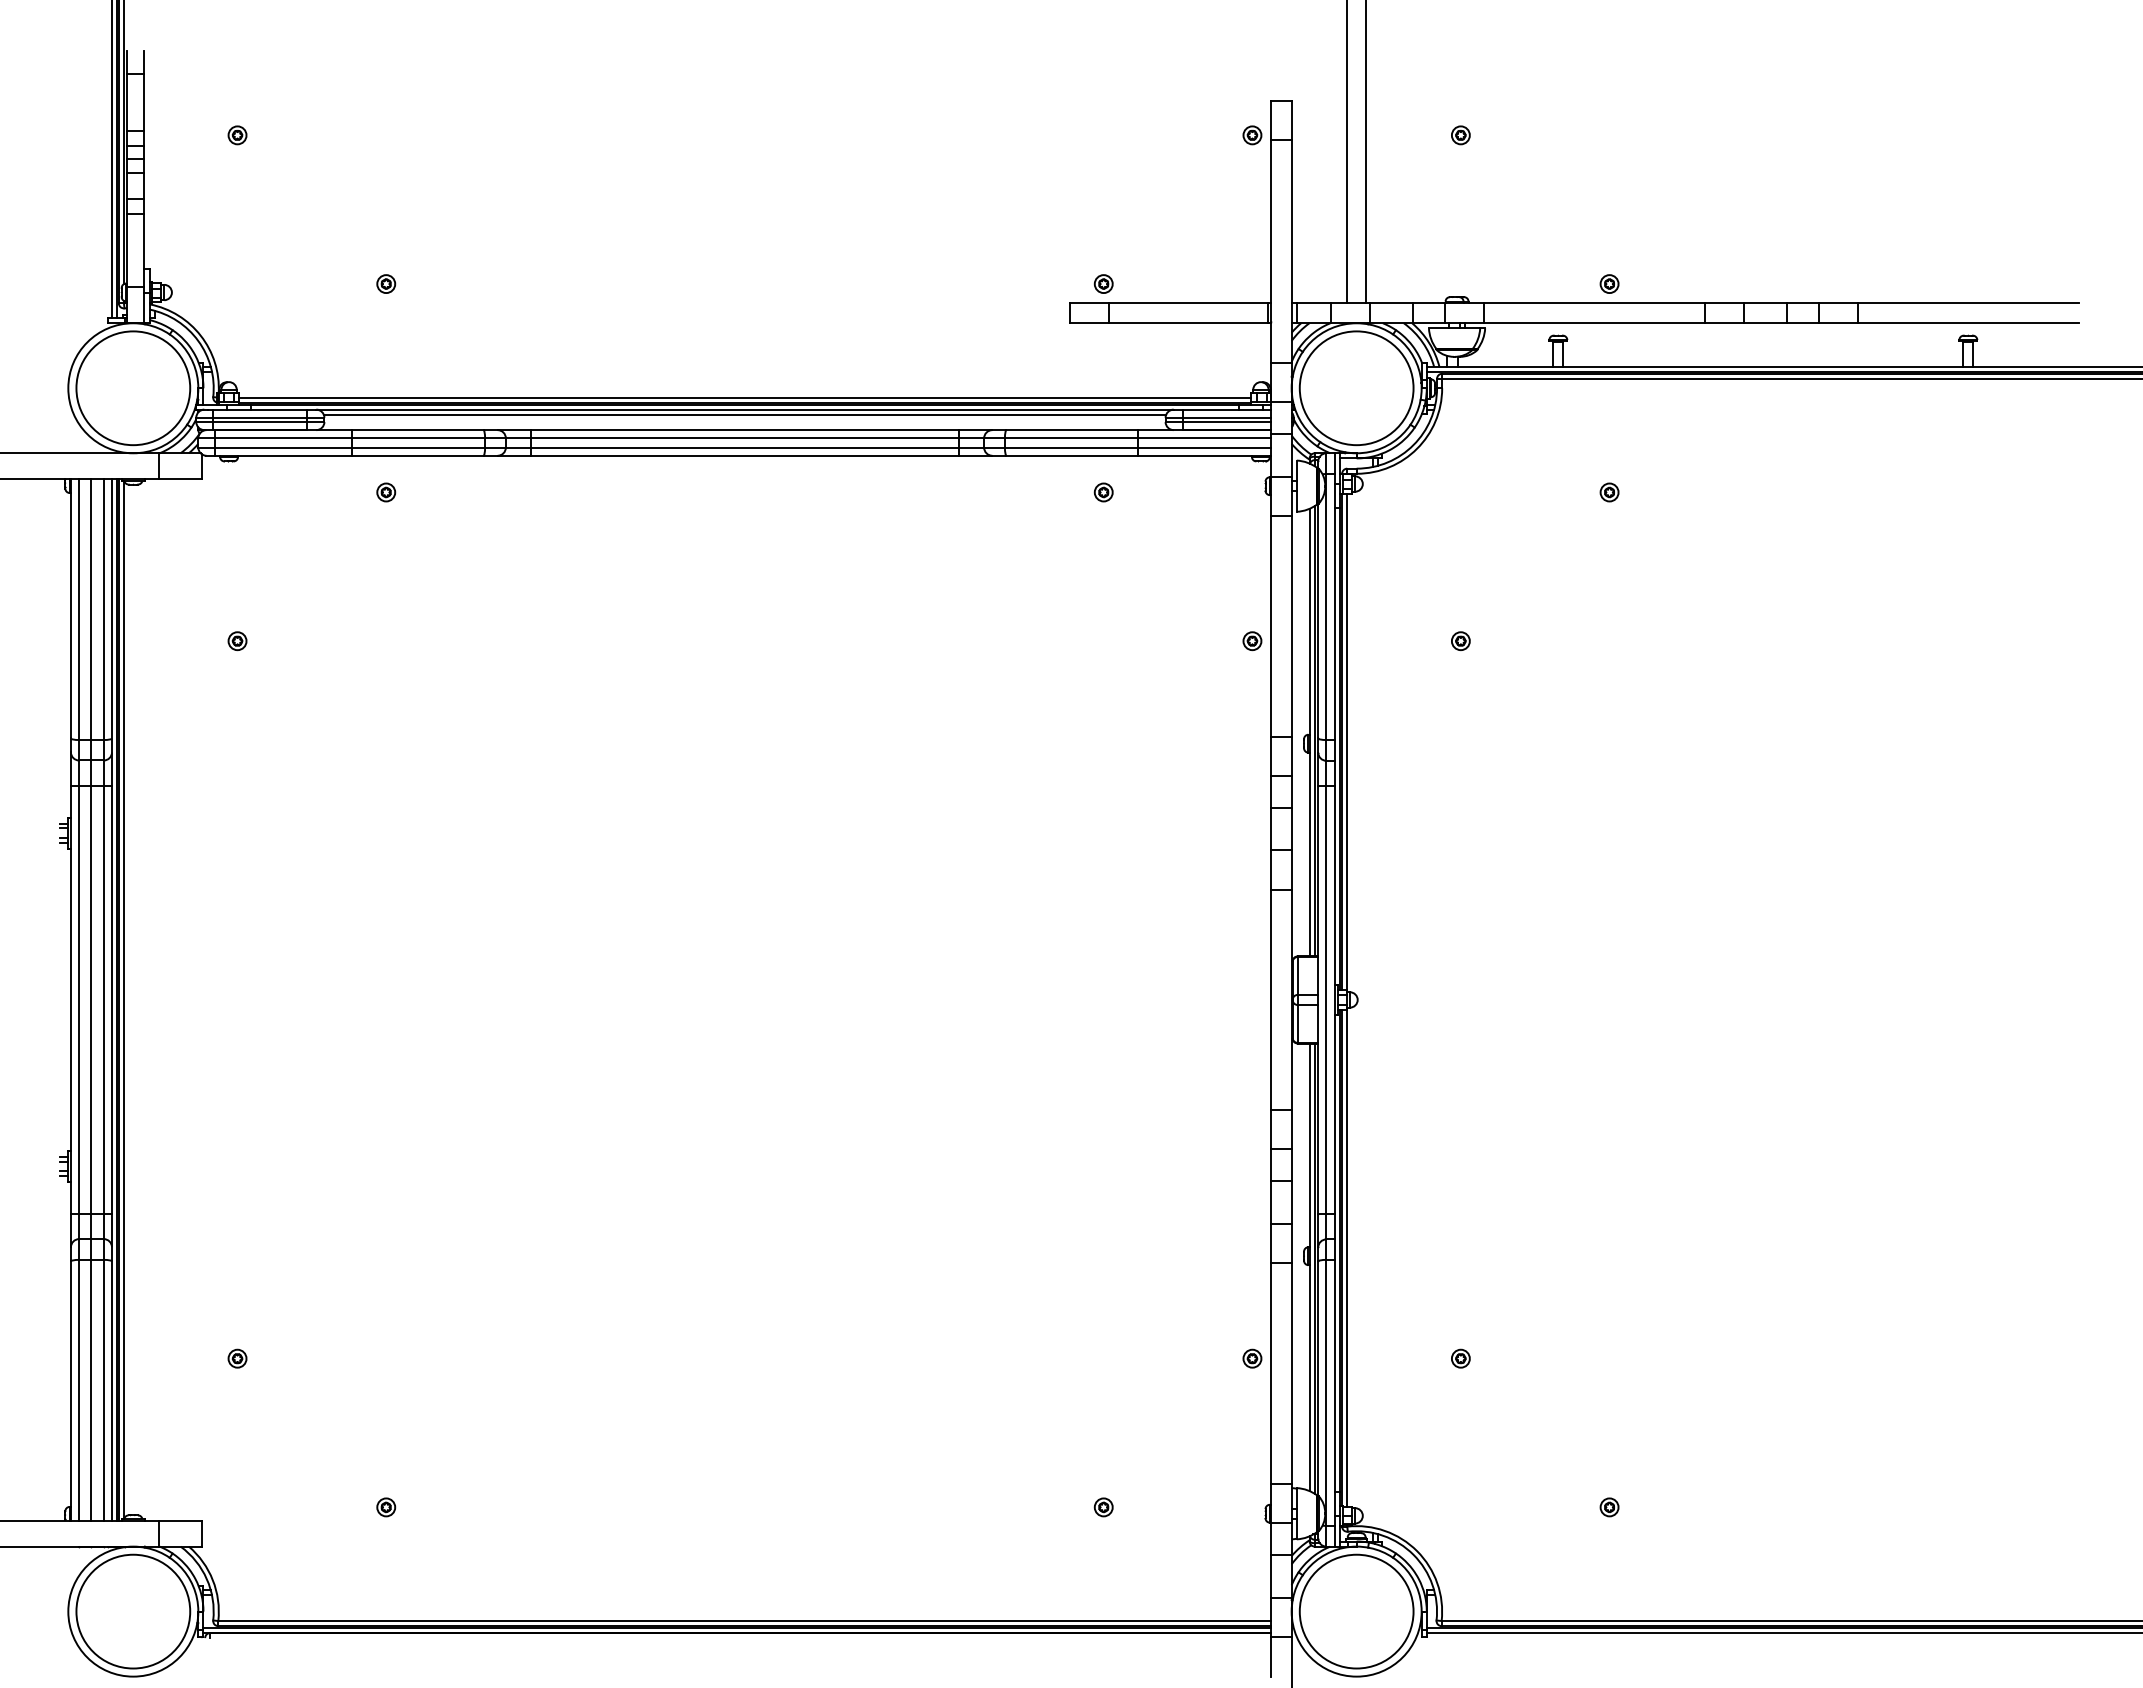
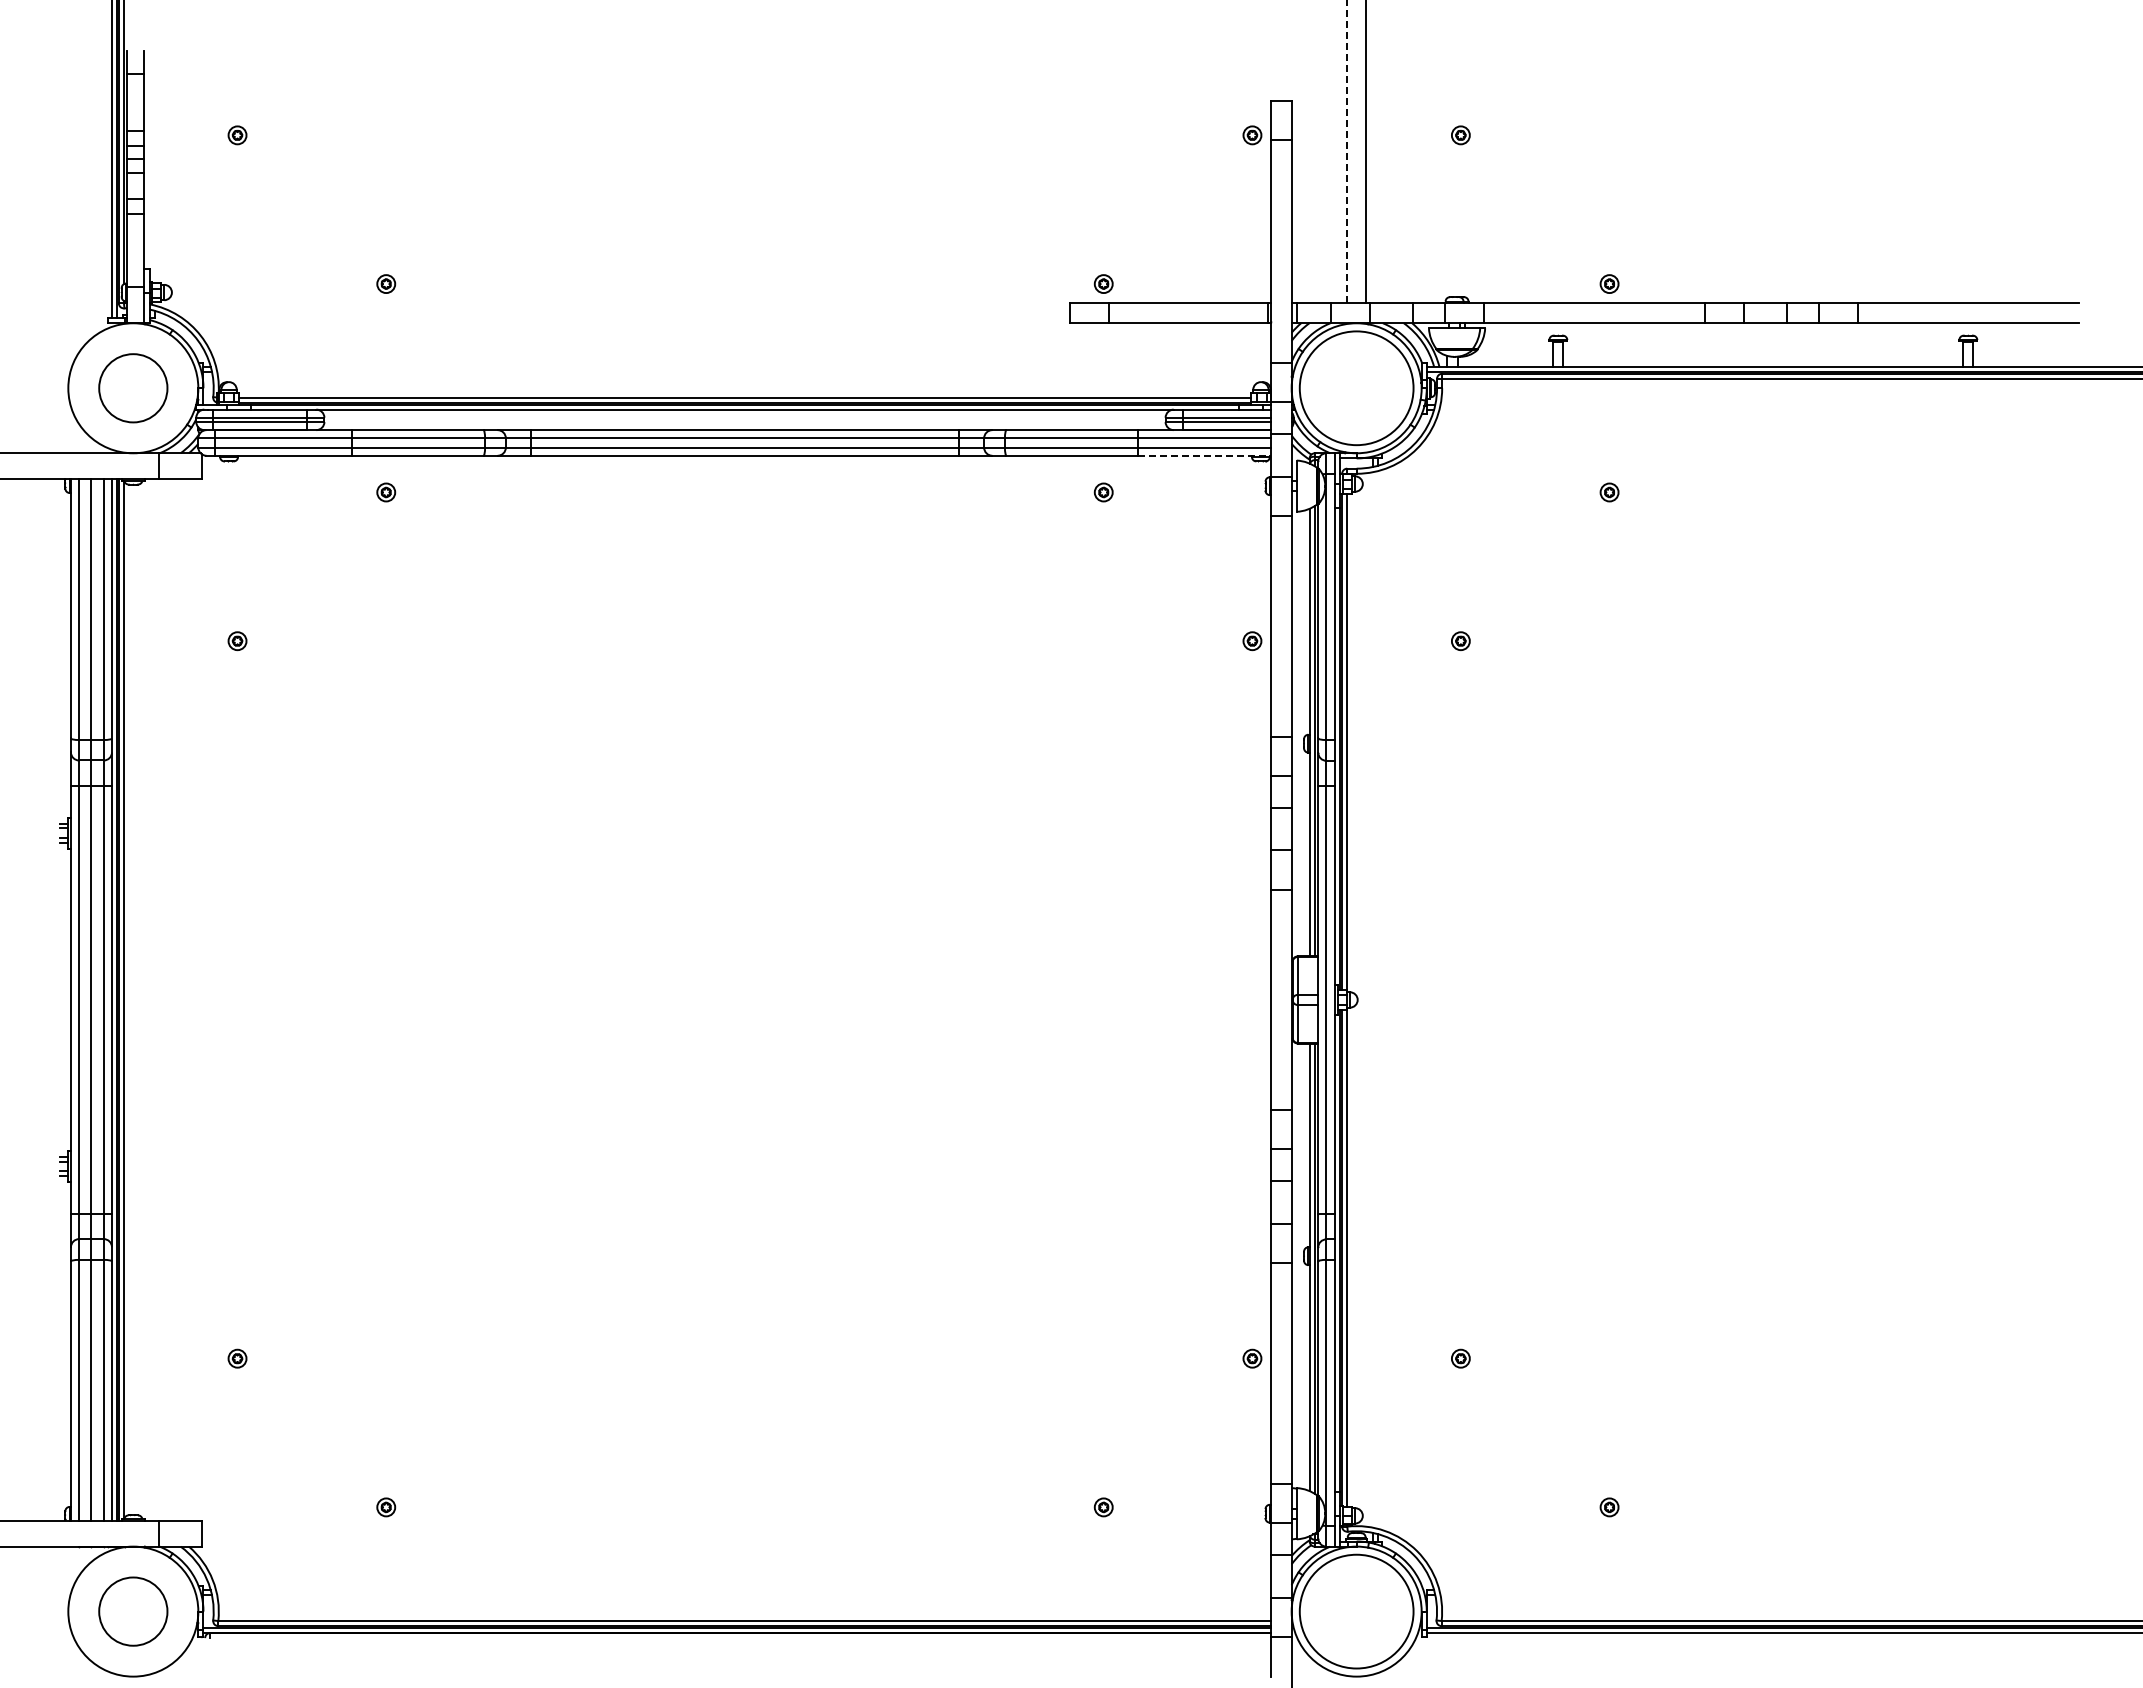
line at (1347, 151): solid -> dashed
circle at (133, 388) diameter: 114 px -> 68 px
line at (744, 414): present -> none
line at (1204, 455): solid -> dashed
circle at (133, 1611) diameter: 114 px -> 68 px
